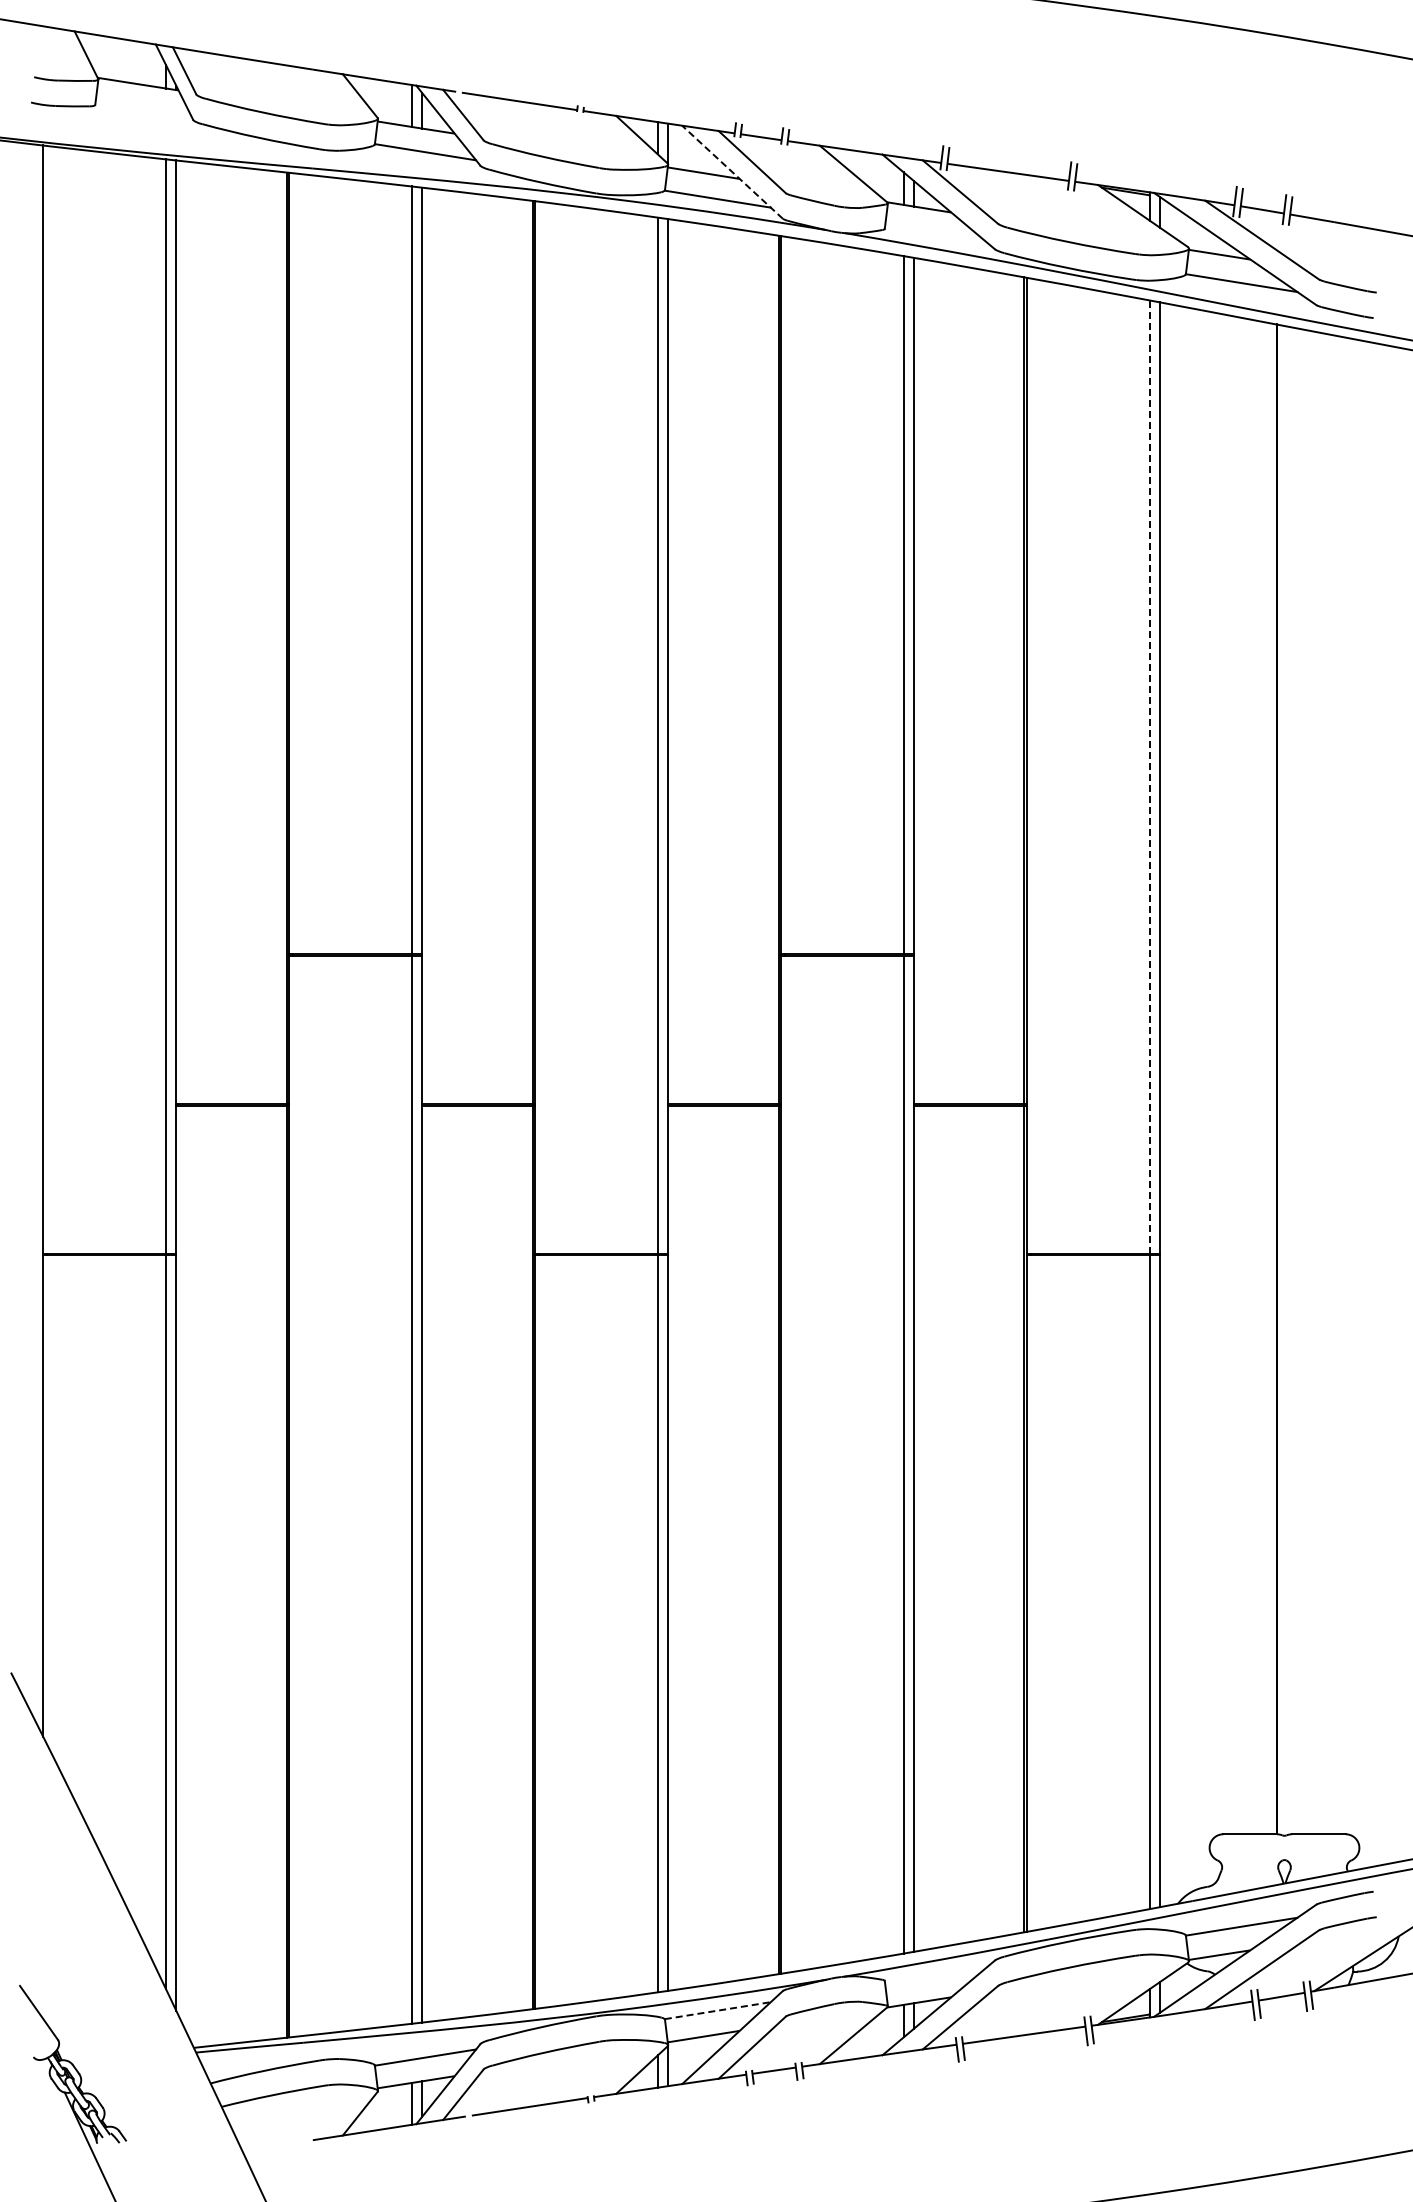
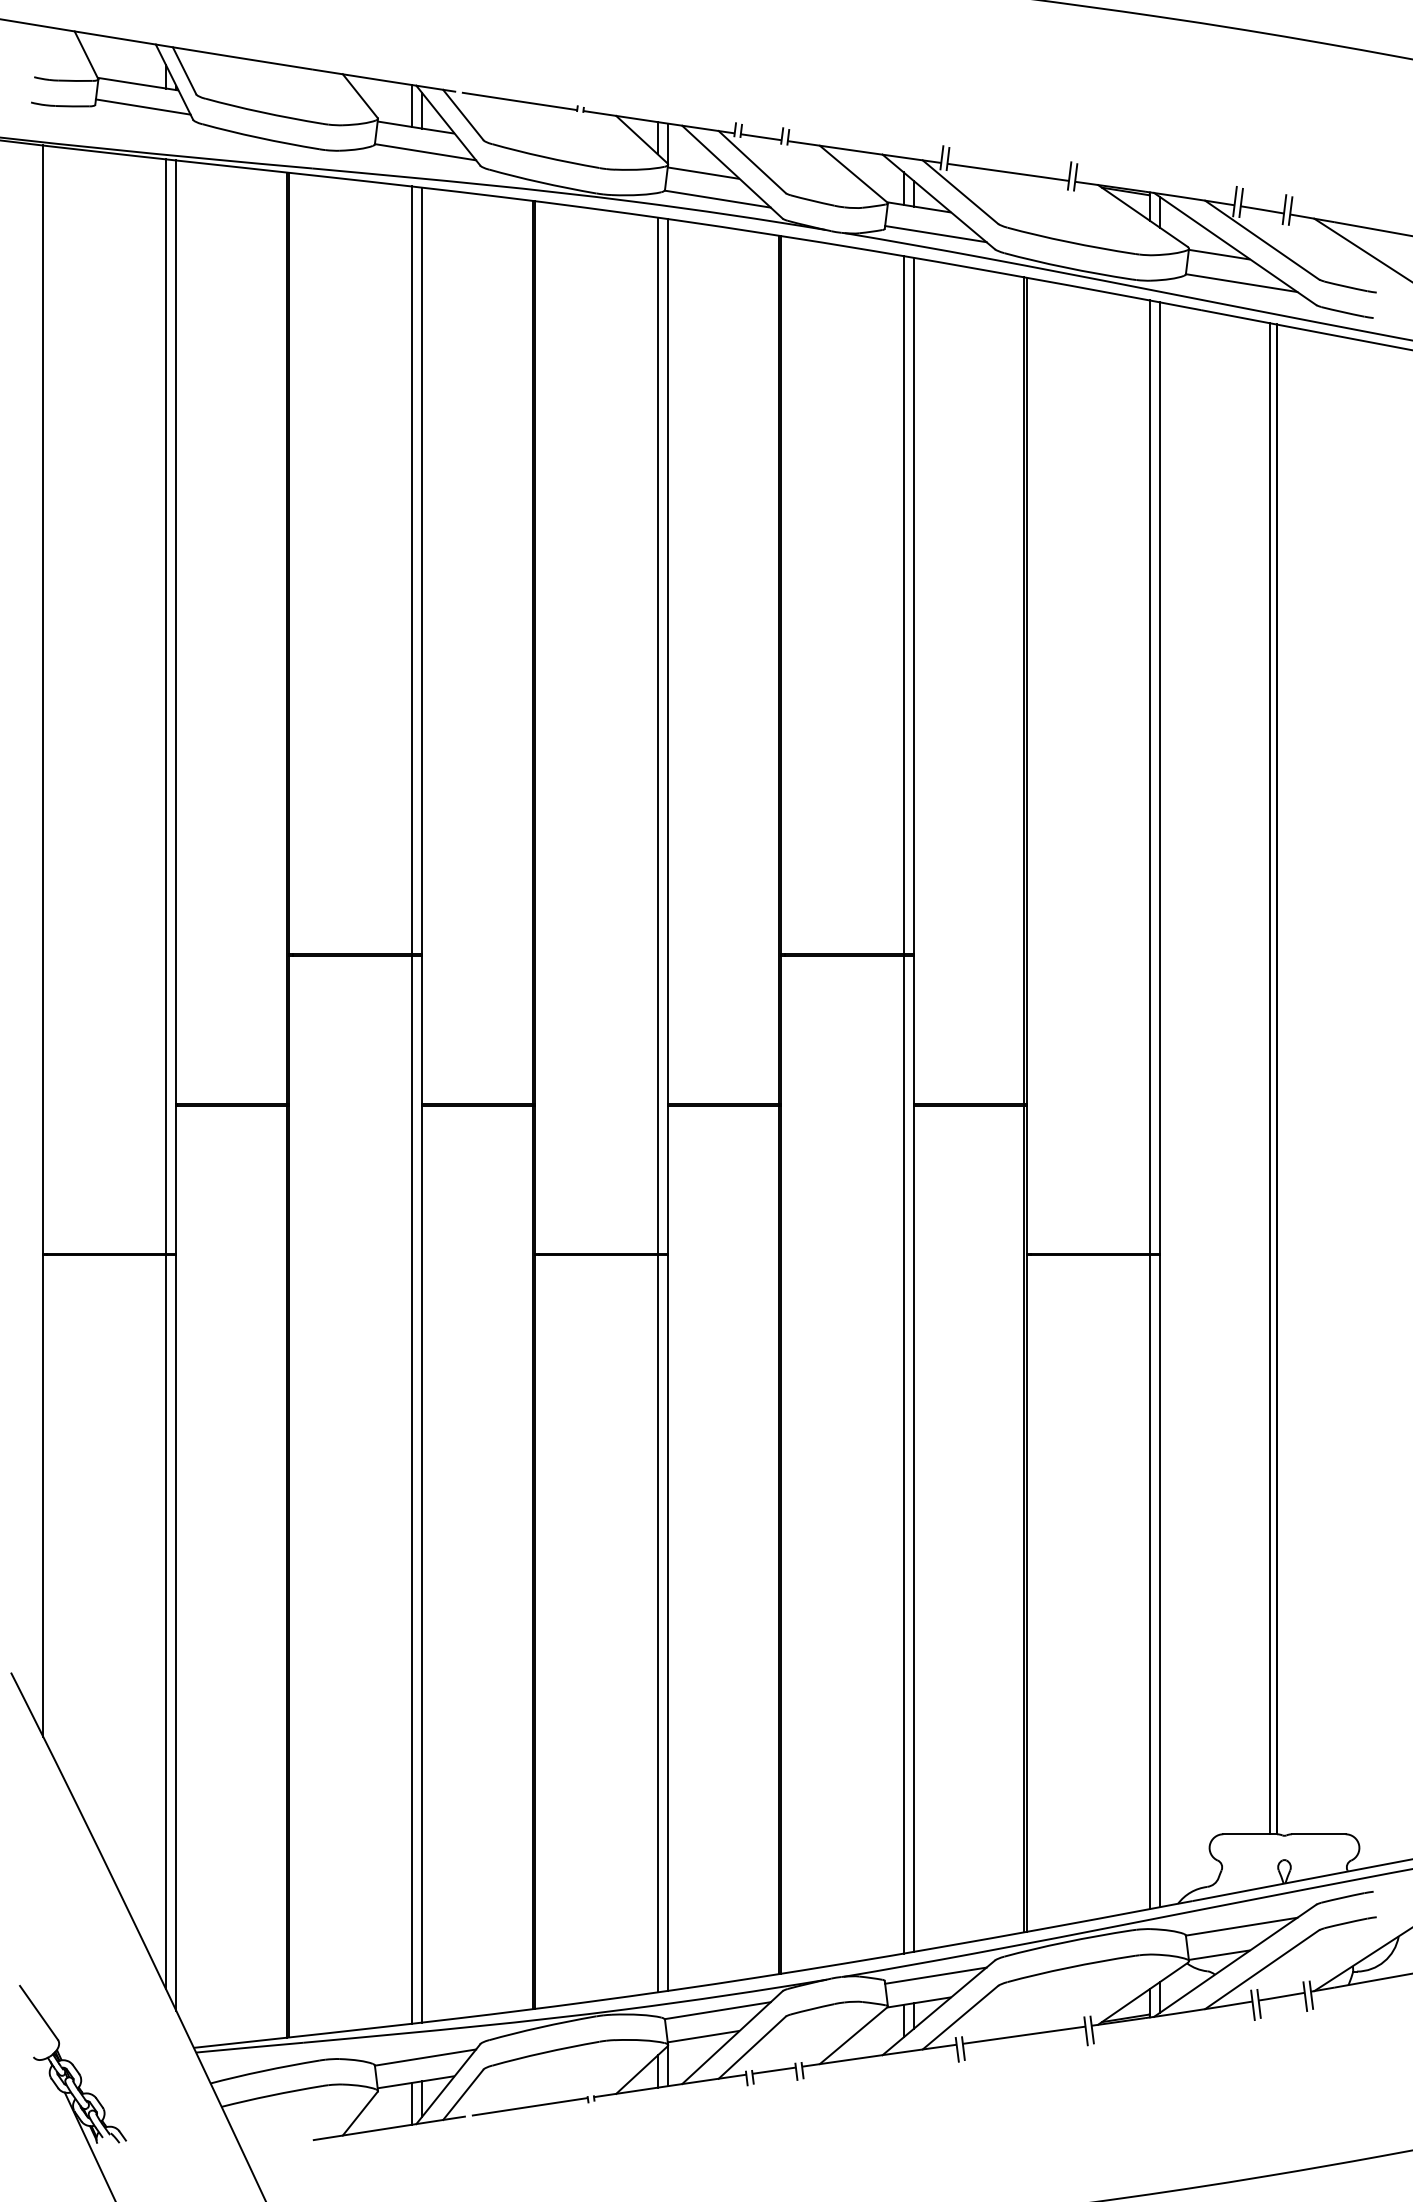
line at (142, 106): none -> present
line at (732, 172): dashed -> solid
line at (935, 234): none -> present
line at (1361, 249): none -> present
line at (1149, 777): dashed -> solid
line at (1270, 1078): none -> present
line at (935, 1975): none -> present
line at (717, 2010): dashed -> solid
